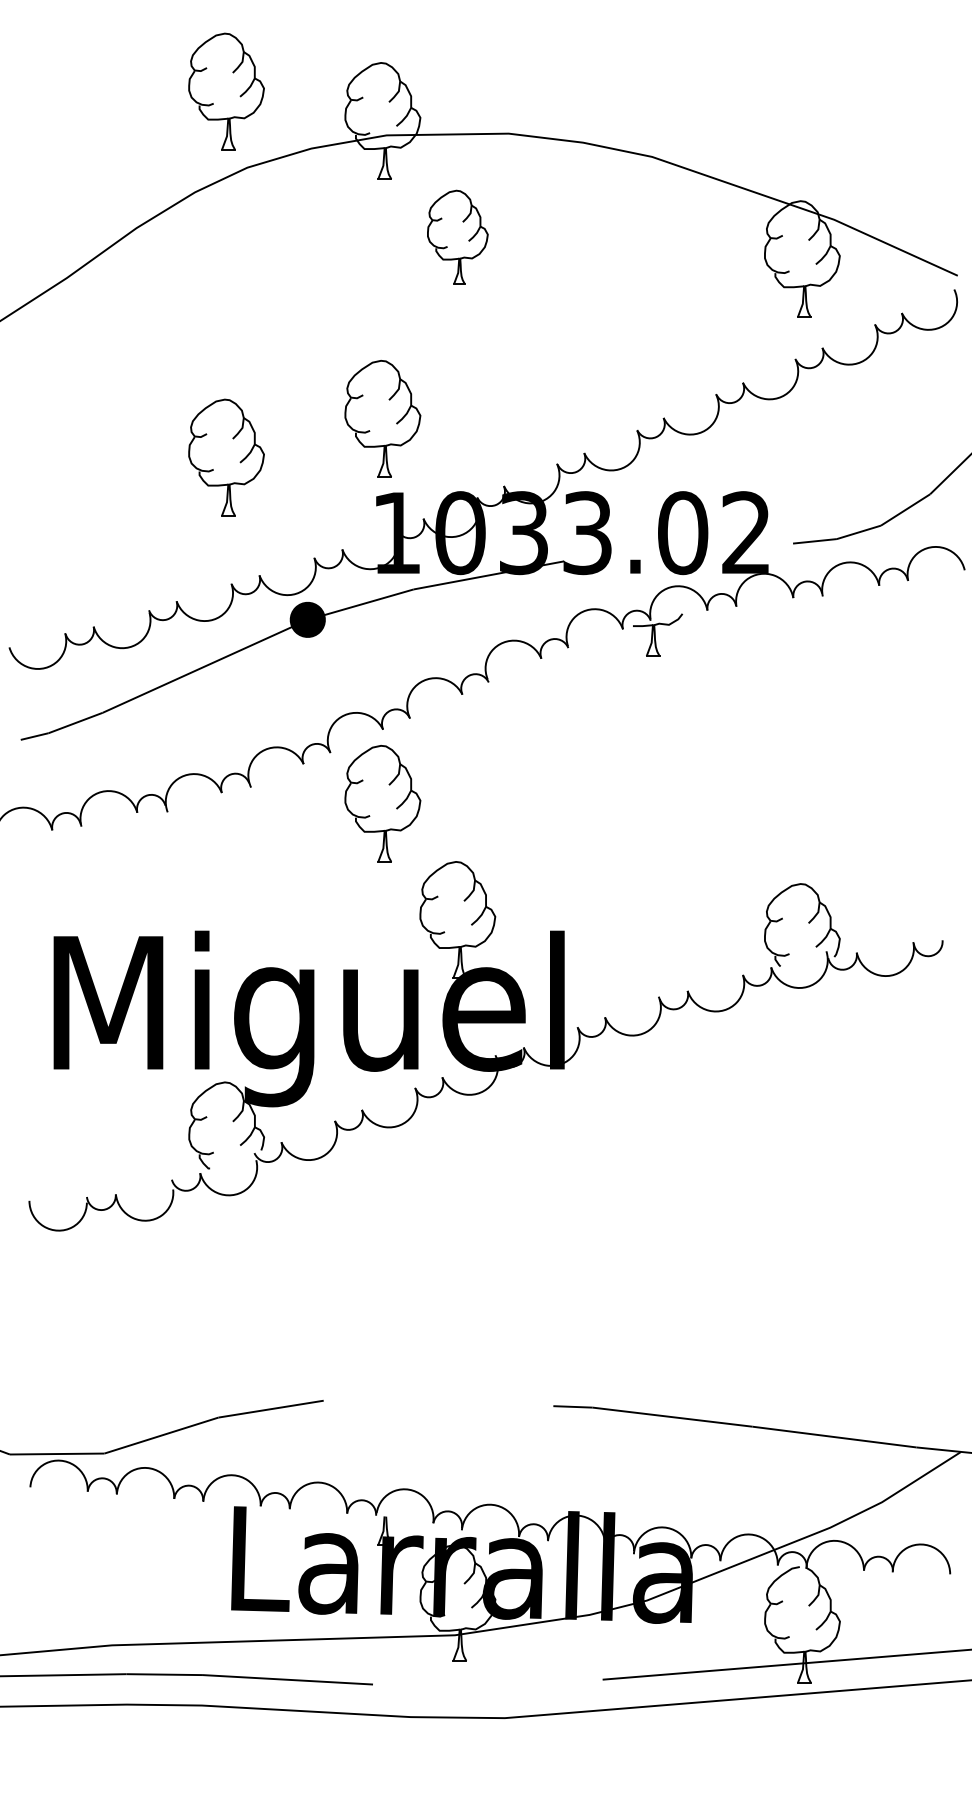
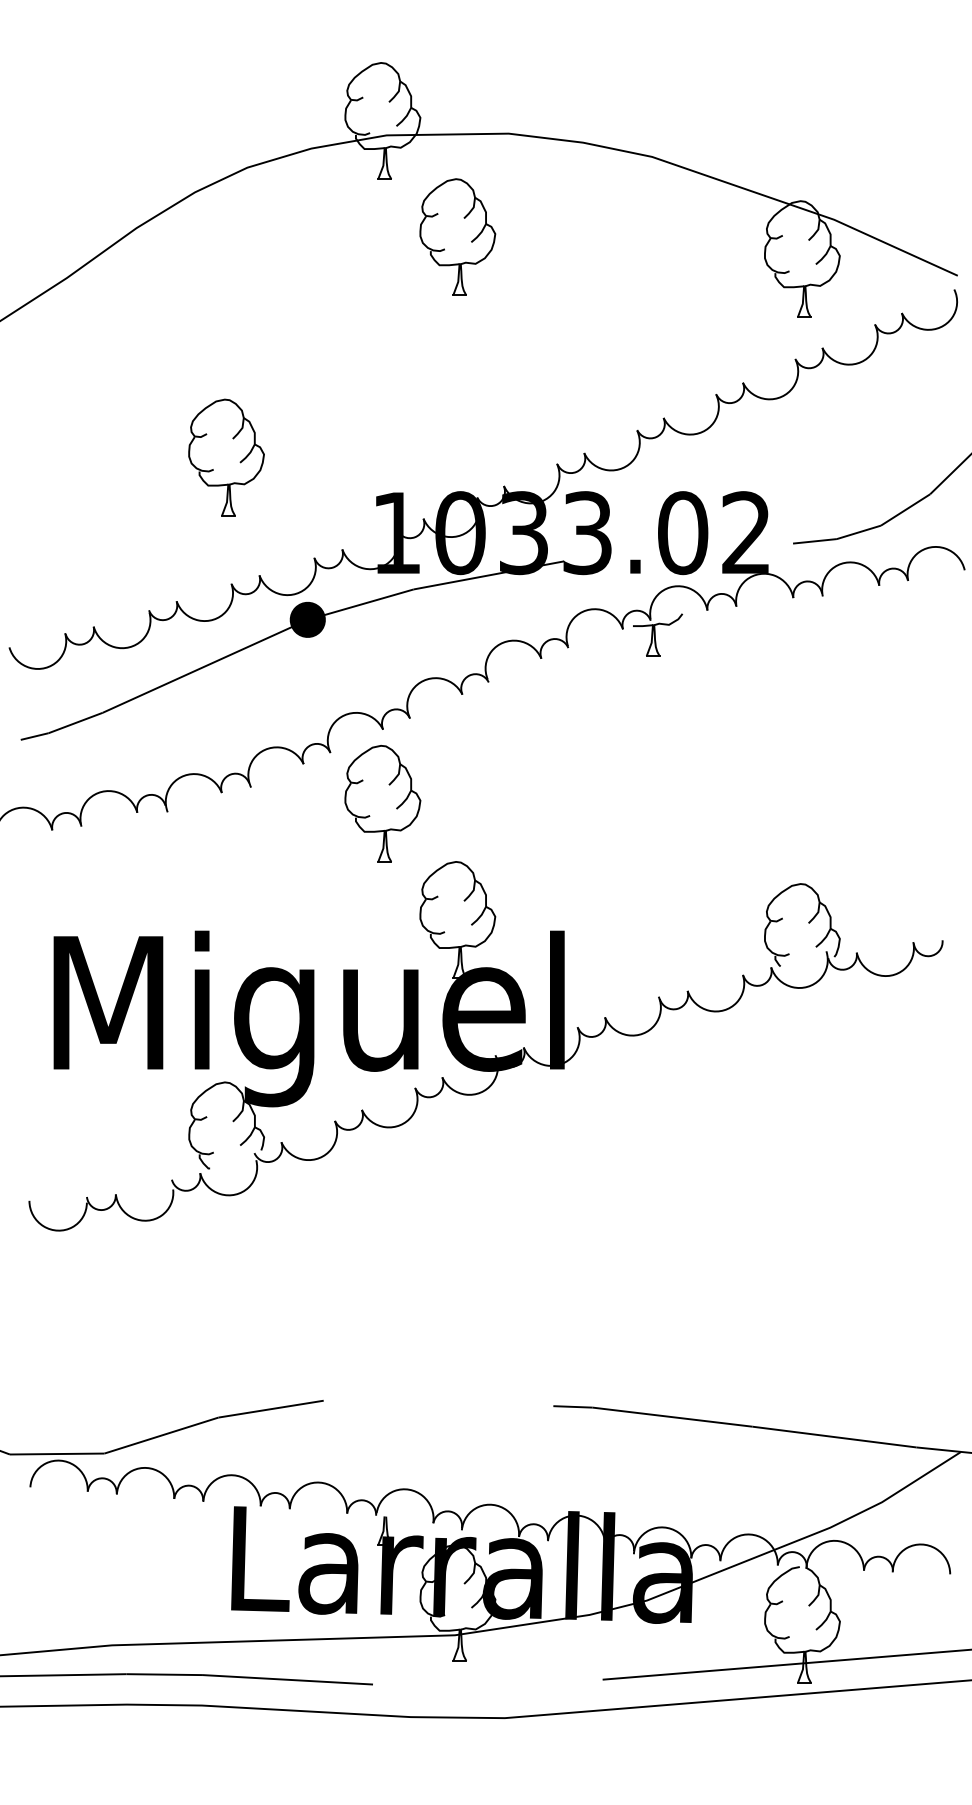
part at (226, 91): present -> none
part at (457, 236) size: 62x96 px -> 78x118 px
part at (382, 418): present -> none
